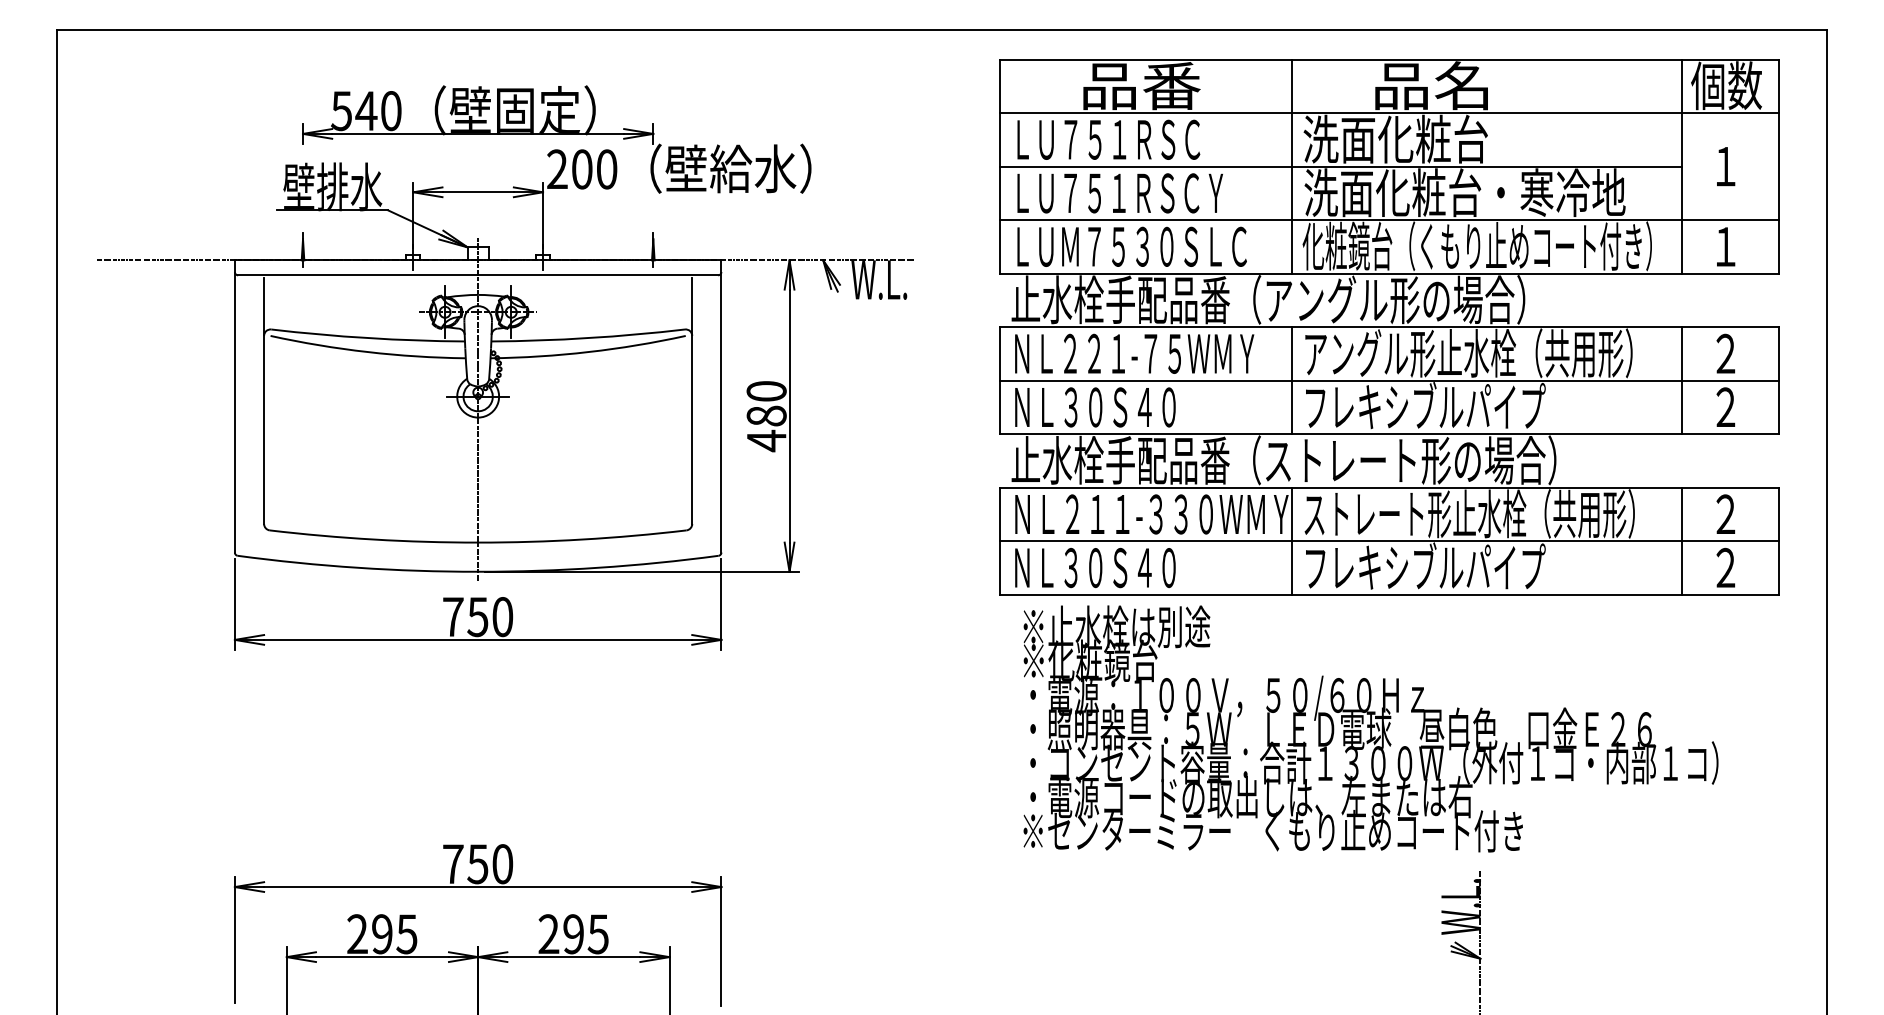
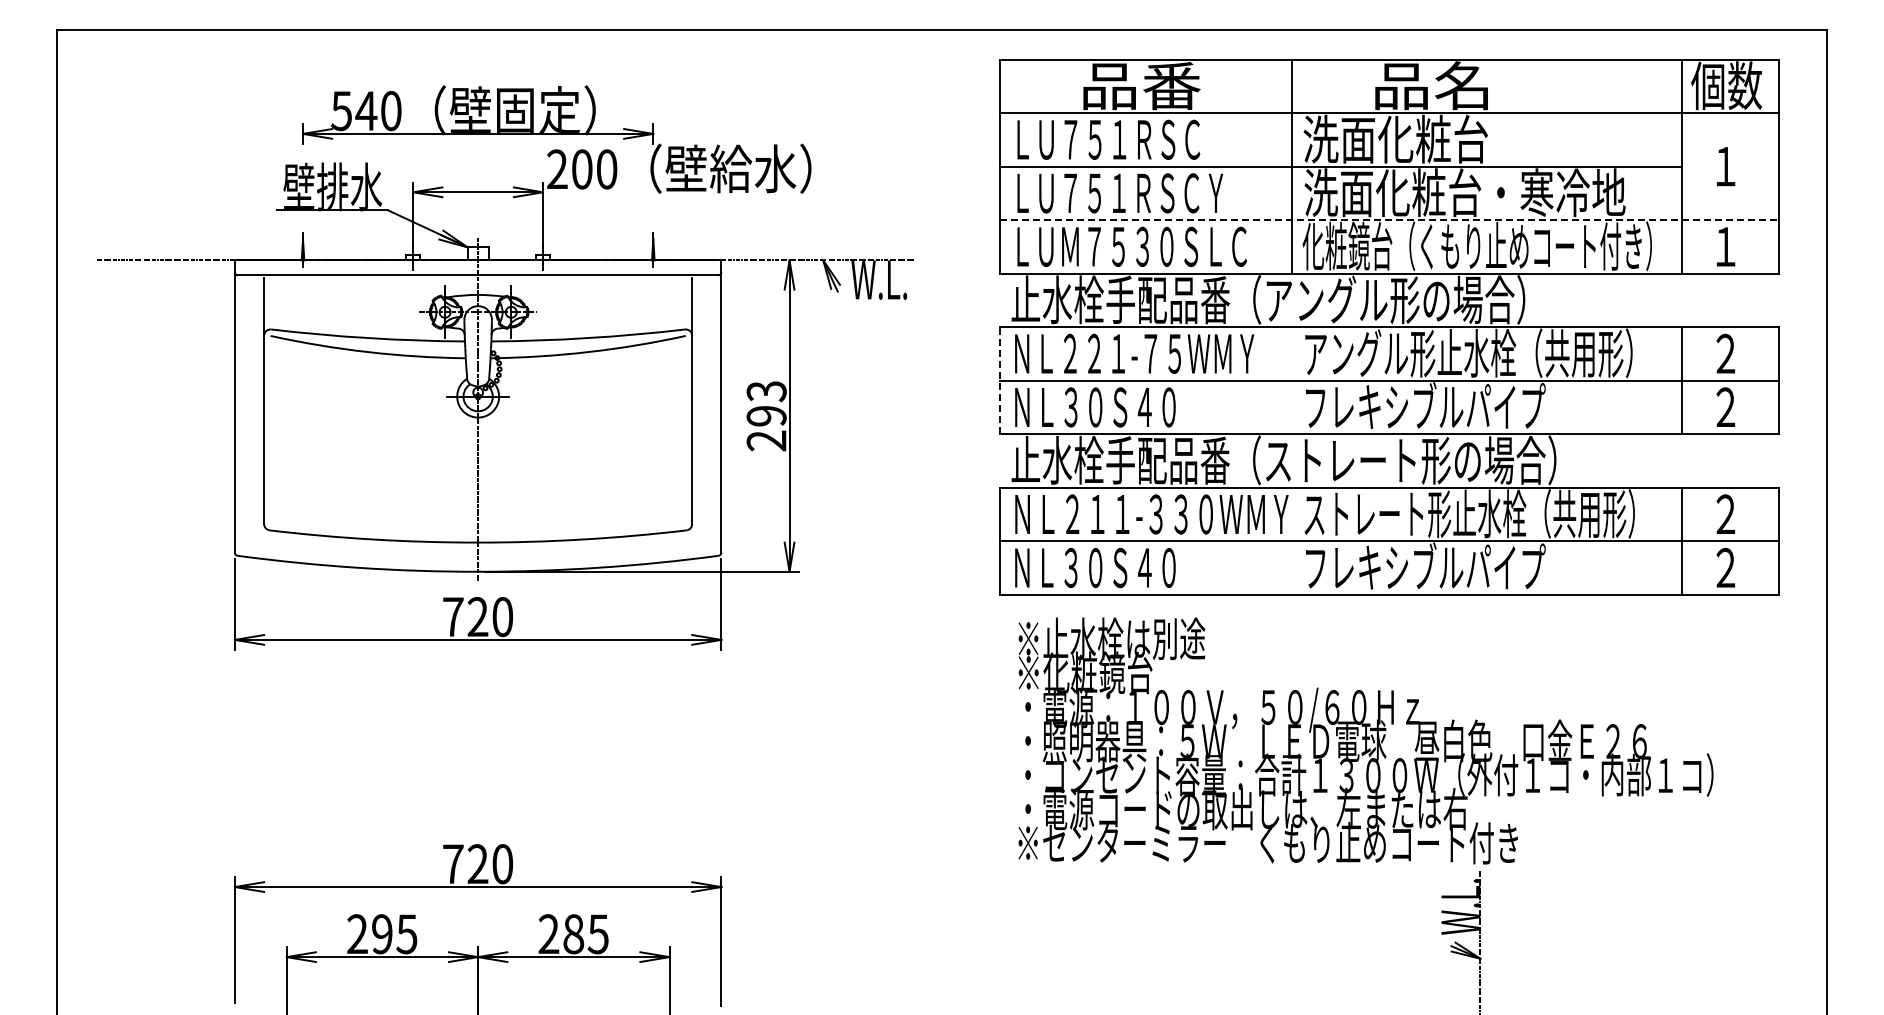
line at (1390, 220): solid -> dashed
line at (1000, 380): solid -> dashed
line at (1292, 380): present -> none
text at (766, 416): 480 -> 293
line at (1292, 540): present -> none
text at (477, 617): 750 -> 720
text at (1370, 728) position: (1370, 728) -> (1365, 740)
text at (477, 864): 750 -> 720
text at (573, 934): 295 -> 285
